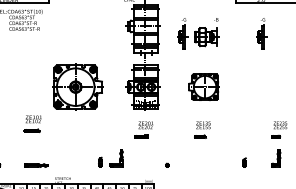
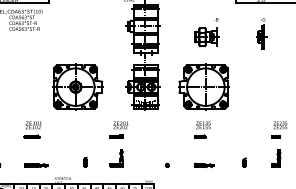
part at (182, 33): present -> none
part at (203, 86) size: 32x28 px -> 52x48 px
part at (32, 123) position: (32, 123) -> (32, 129)
part at (143, 129) position: (143, 129) -> (118, 129)
part at (100, 161) position: (100, 161) -> (85, 161)
part at (203, 164): none -> present
